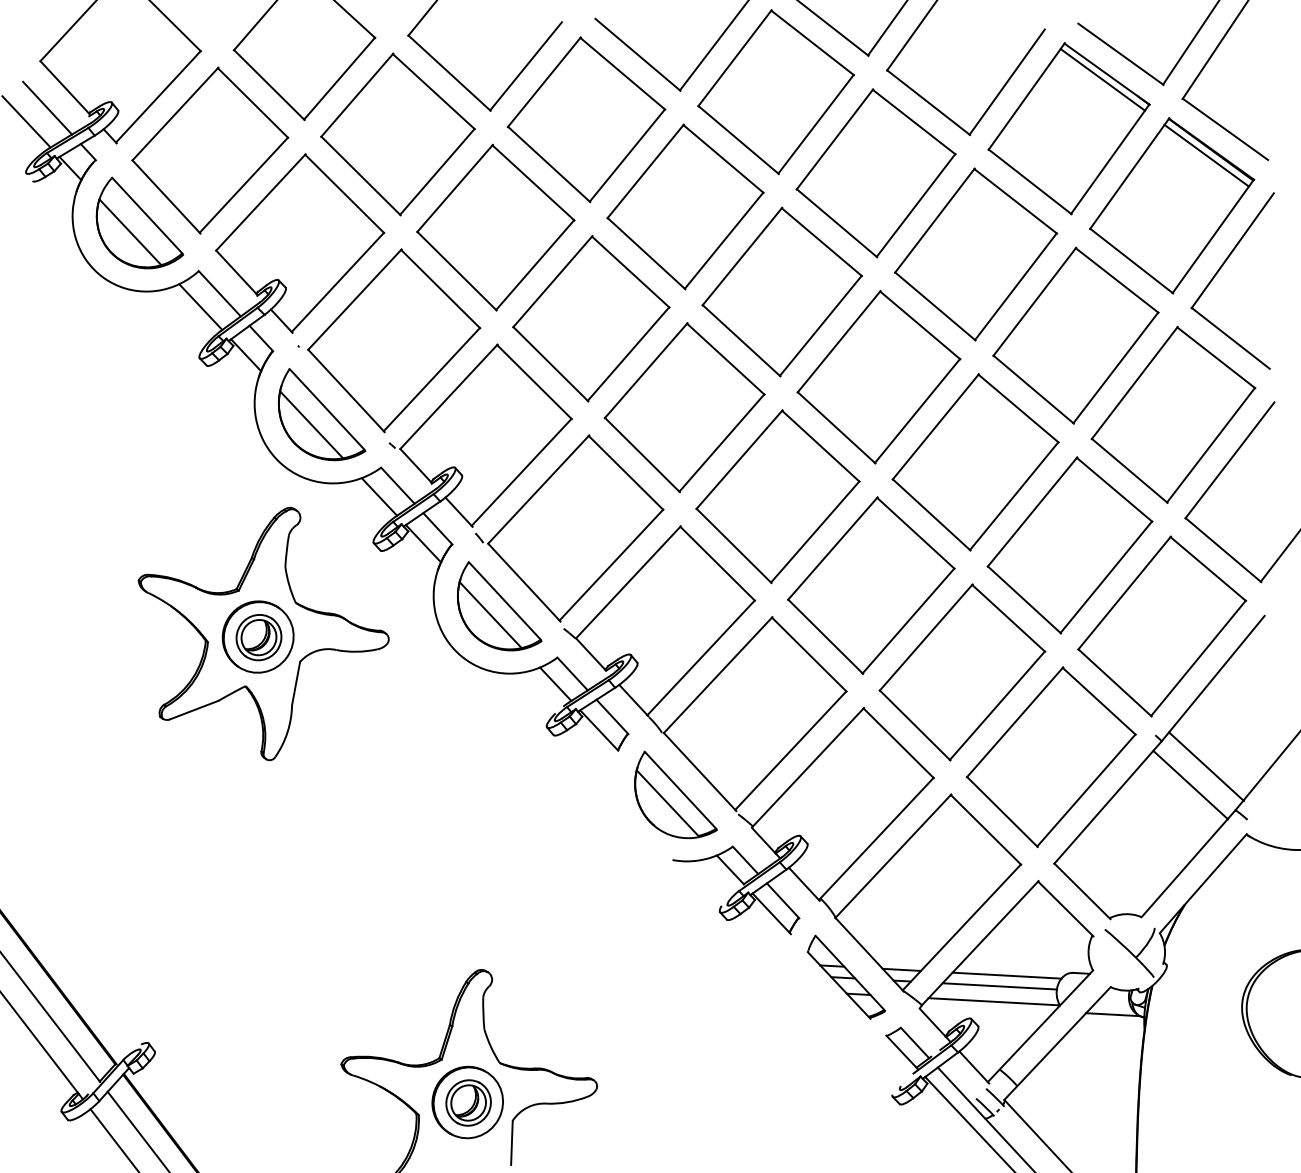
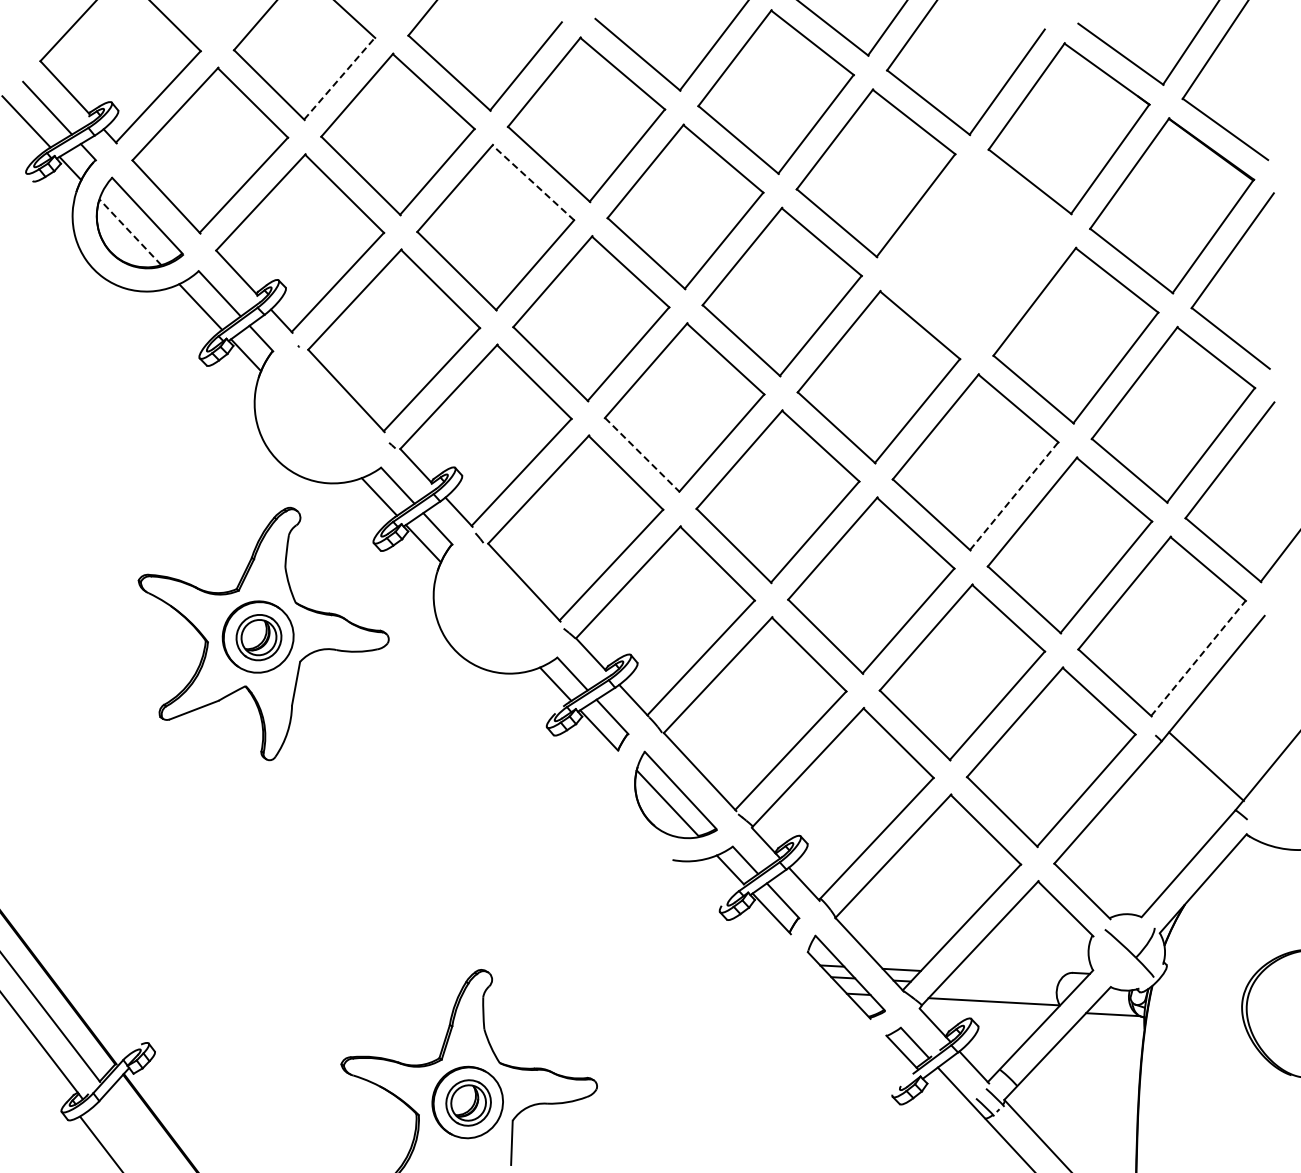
line at (339, 78): solid -> dashed
line at (1102, 79): present -> none
line at (1206, 155): present -> none
line at (533, 182): solid -> dashed
line at (130, 231): solid -> dashed
part at (976, 254): present -> none
part at (322, 414): present -> none
line at (642, 455): solid -> dashed
line at (1014, 496): solid -> dashed
part at (499, 606): present -> none
line at (1198, 658): solid -> dashed
line at (1190, 784): present -> none
line at (1006, 975): present -> none
line at (999, 986): present -> none
line at (968, 1122): present -> none
line at (137, 1130): present -> none
line at (113, 1139) position: (113, 1139) -> (100, 1143)
